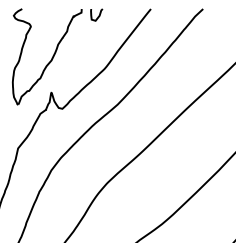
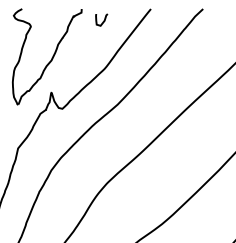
curve at (98, 15) position: (98, 15) -> (103, 20)
